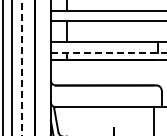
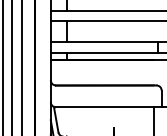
line at (108, 52): dashed -> solid
line at (21, 67): dashed -> solid
